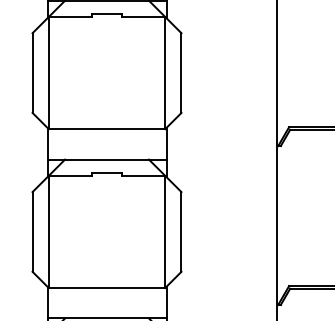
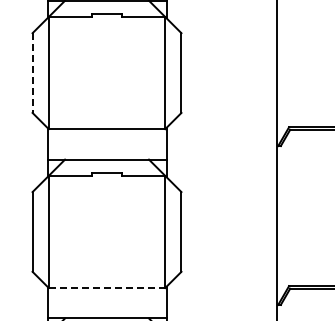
line at (32, 73): solid -> dashed
line at (107, 288): solid -> dashed
